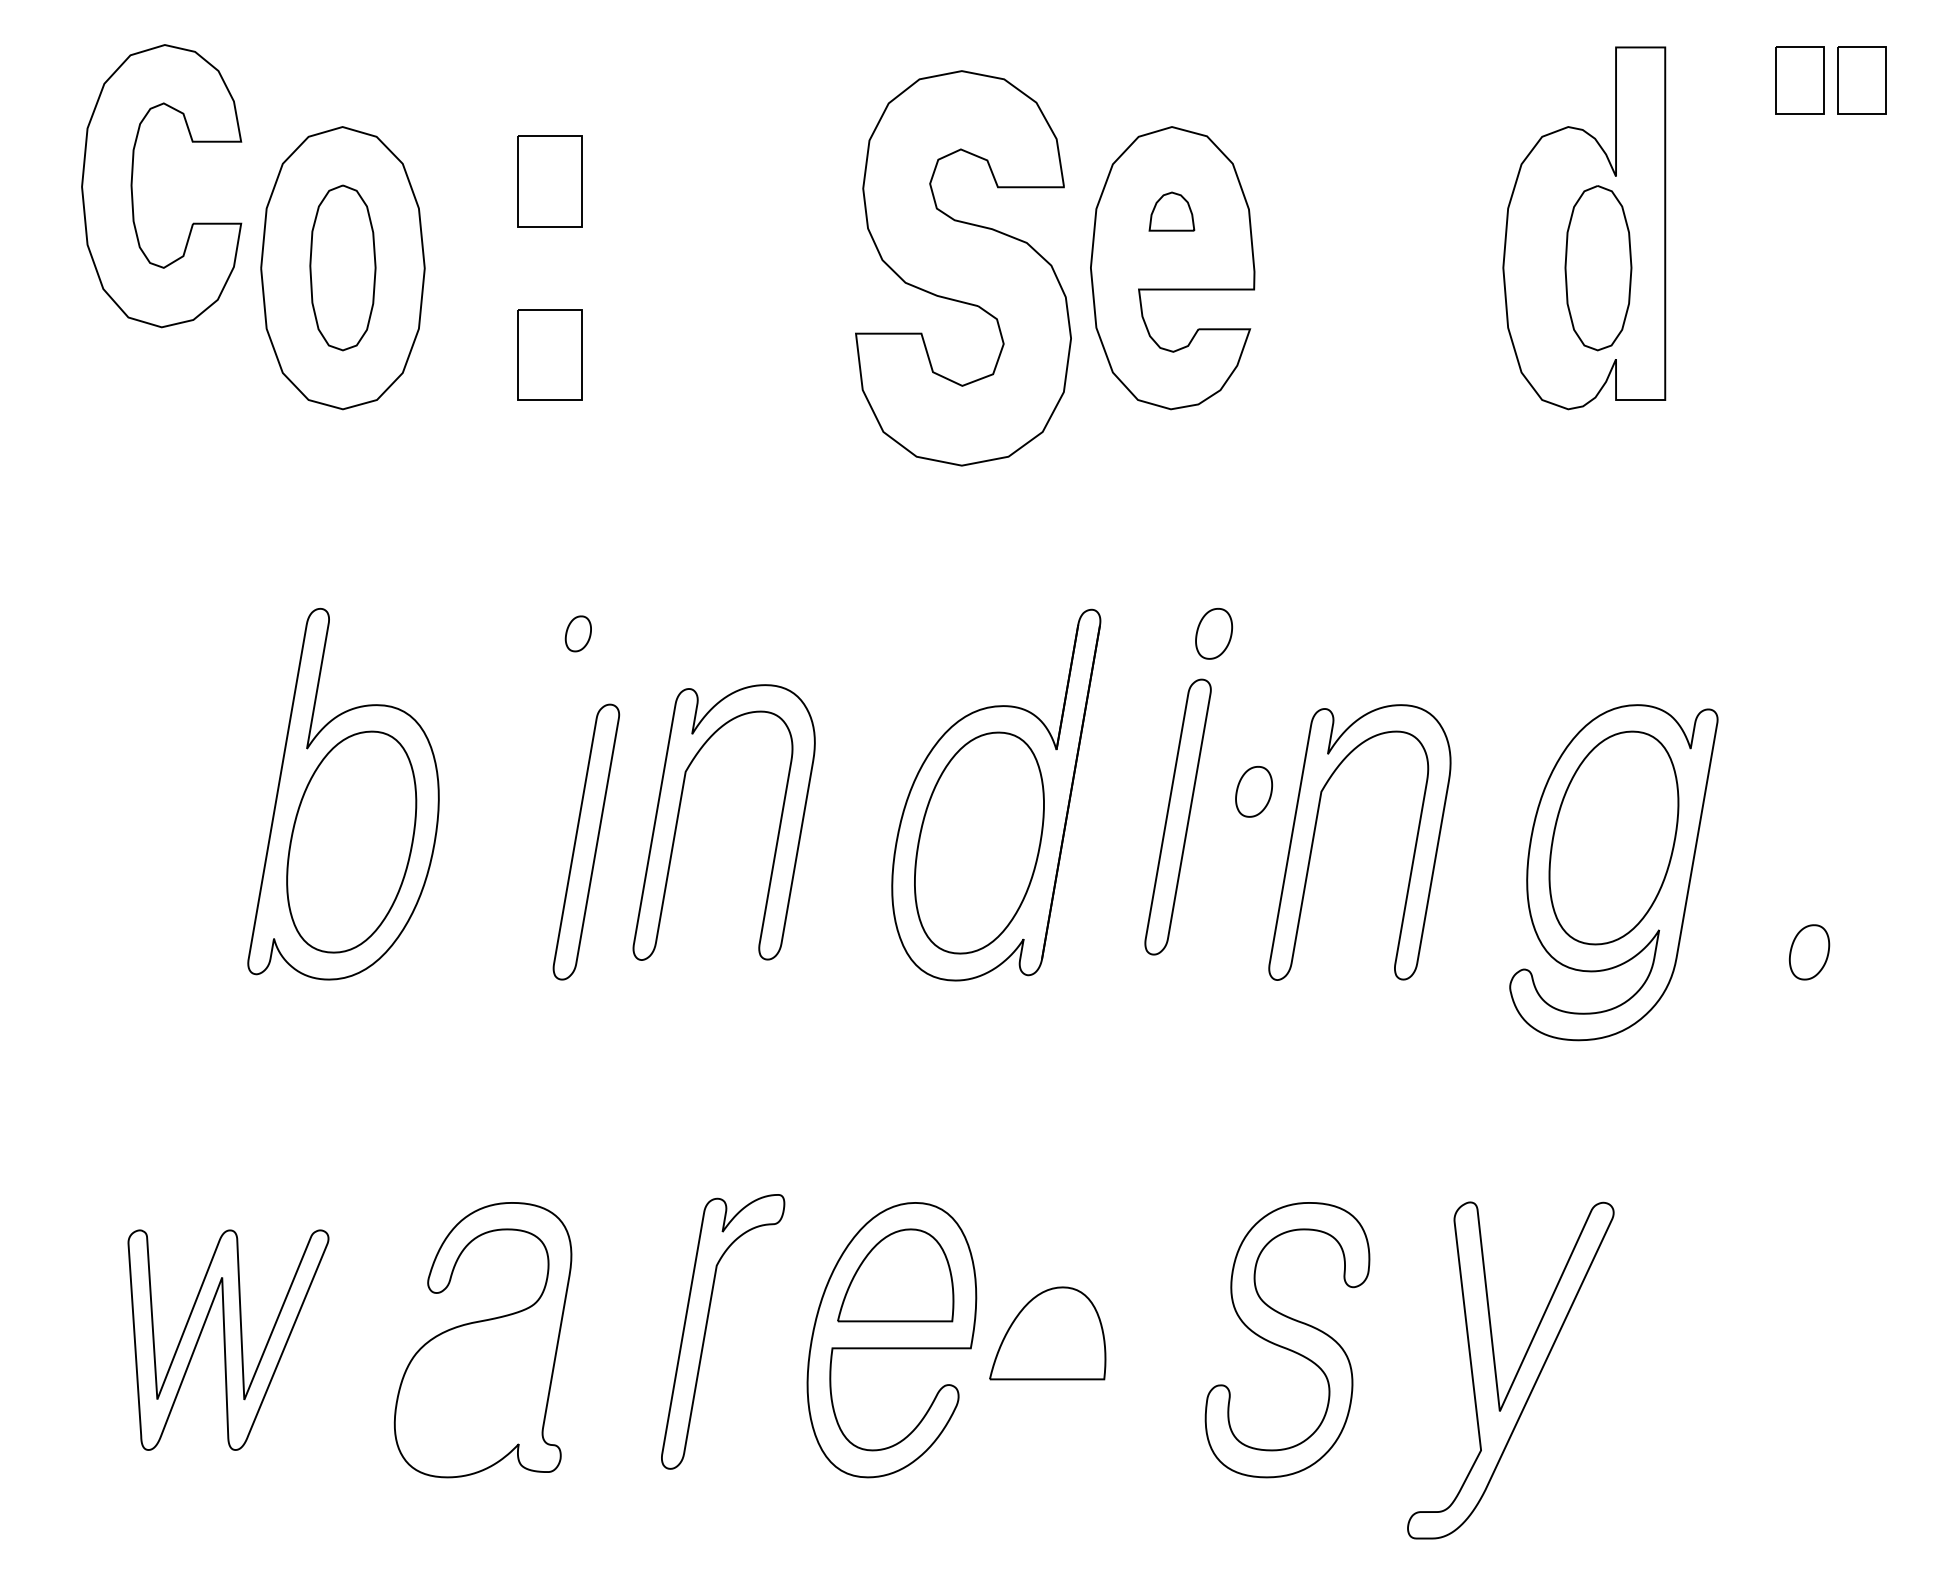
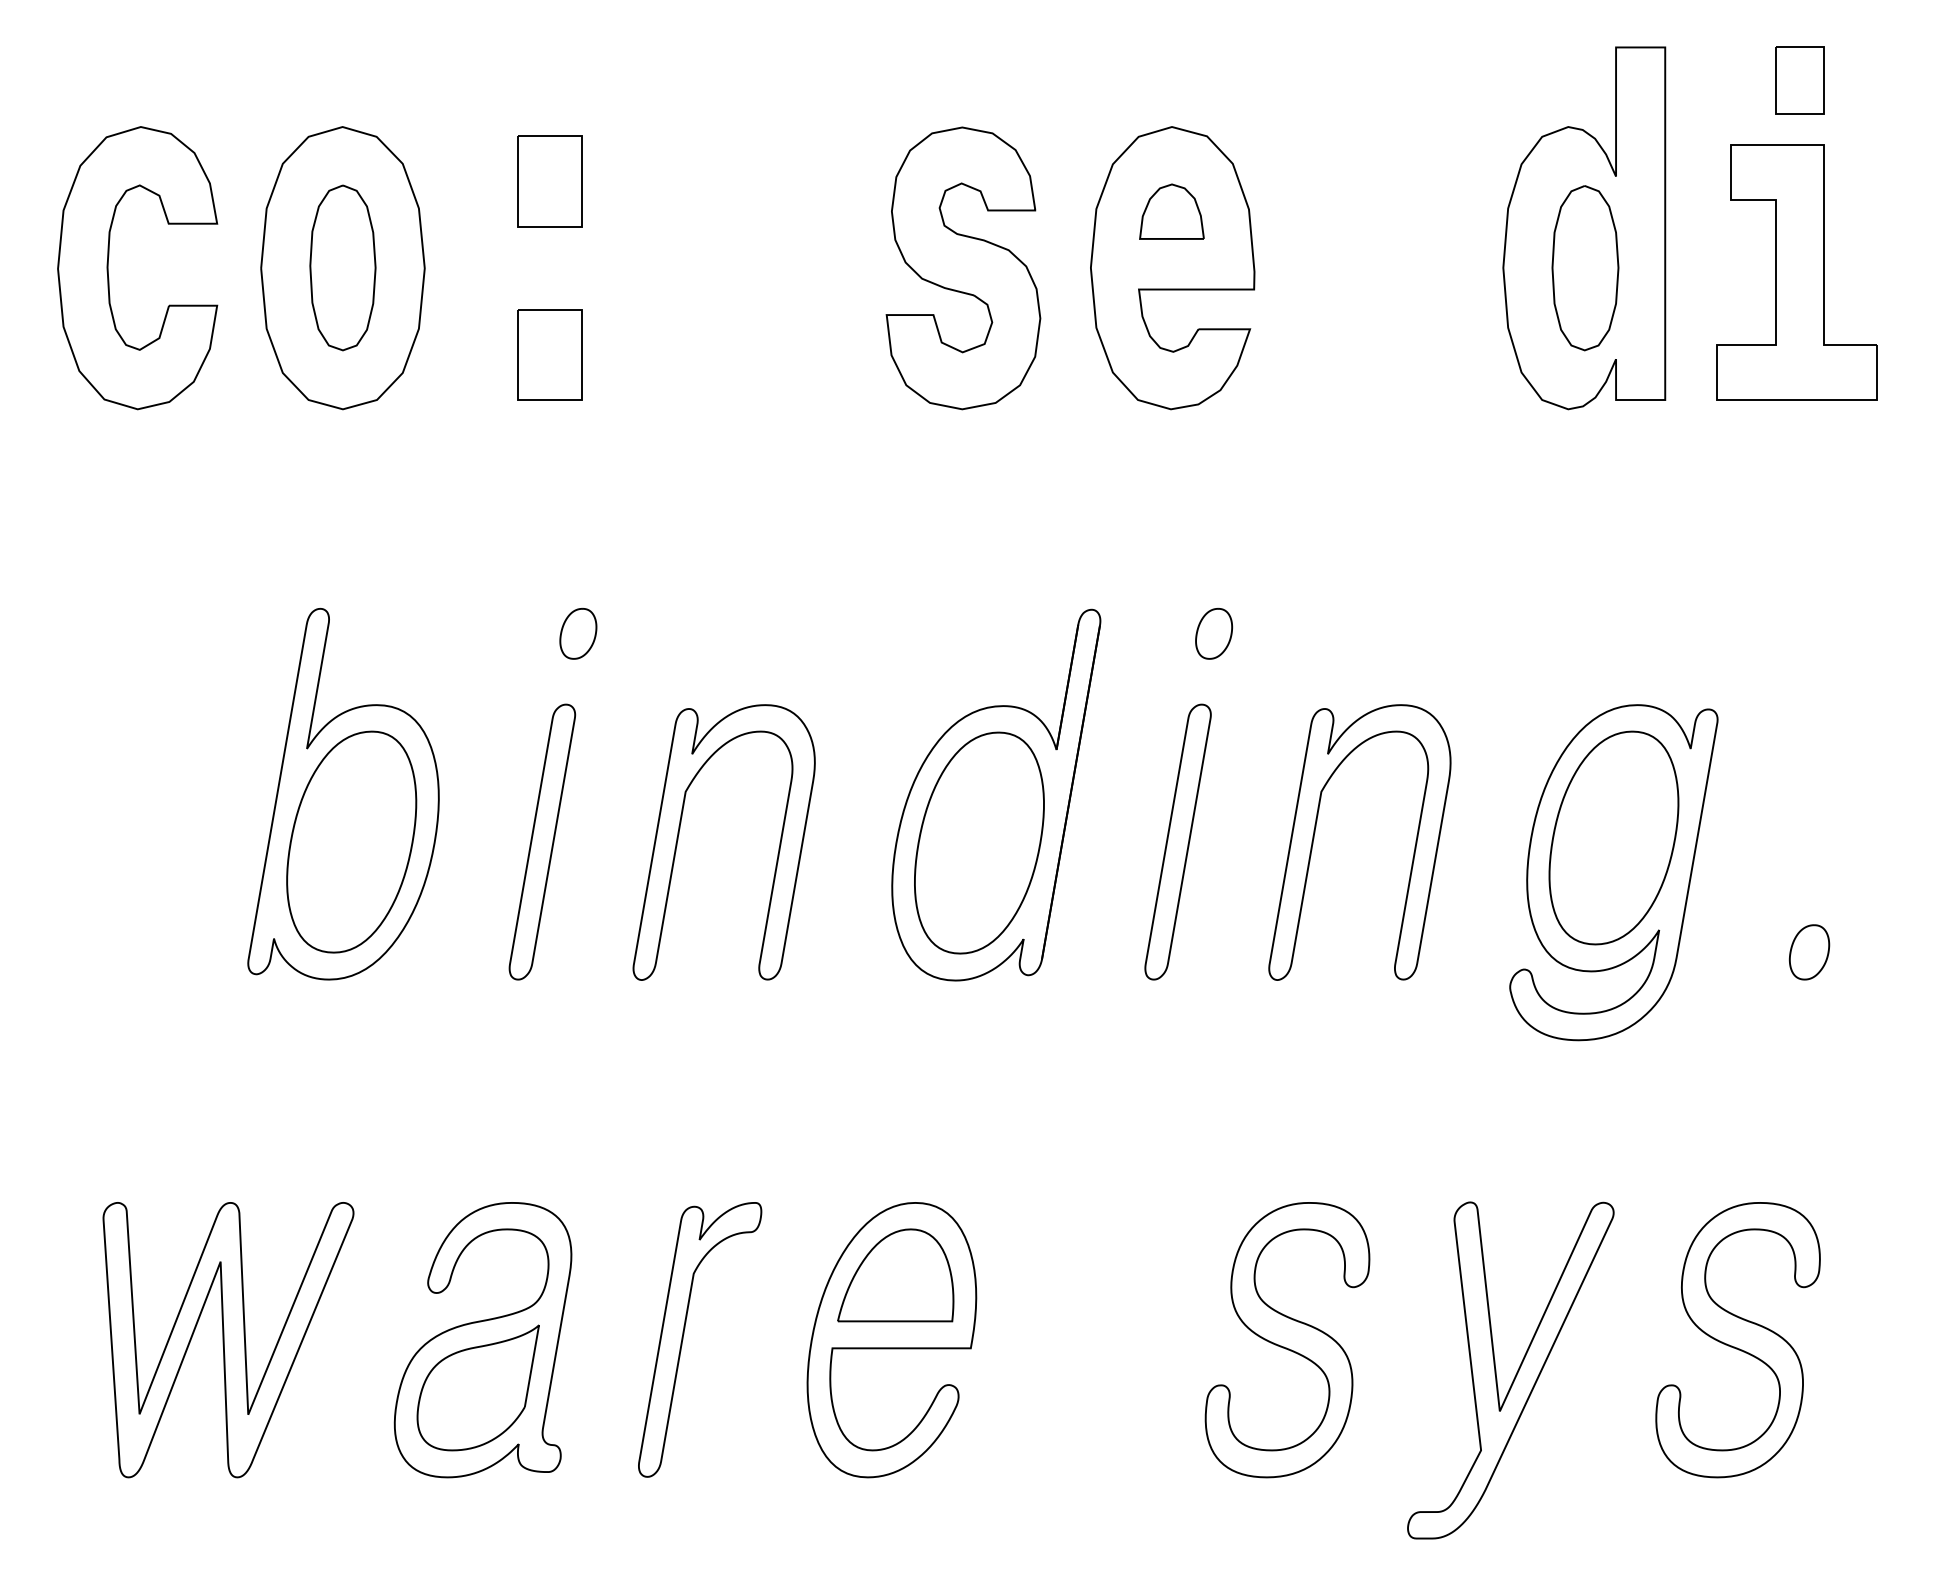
part at (1861, 80): present -> none
part at (132, 186) position: (132, 186) -> (108, 268)
part at (1171, 211) size: 48x41 px -> 66x57 px
part at (963, 268) size: 217x397 px -> 157x285 px
part at (1598, 268) position: (1598, 268) -> (1585, 268)
part at (1796, 272): none -> present
part at (577, 633) size: 28x38 px -> 39x52 px
part at (1254, 791): present -> none
part at (679, 814) position: (679, 814) -> (679, 834)
part at (1177, 816) position: (1177, 816) -> (1177, 841)
part at (586, 841) position: (586, 841) -> (542, 841)
part at (707, 1326) position: (707, 1326) -> (684, 1334)
part at (1047, 1333): present -> none
part at (228, 1339) size: 203x222 px -> 253x277 px
part at (1737, 1340): none -> present
part at (477, 1387): none -> present
